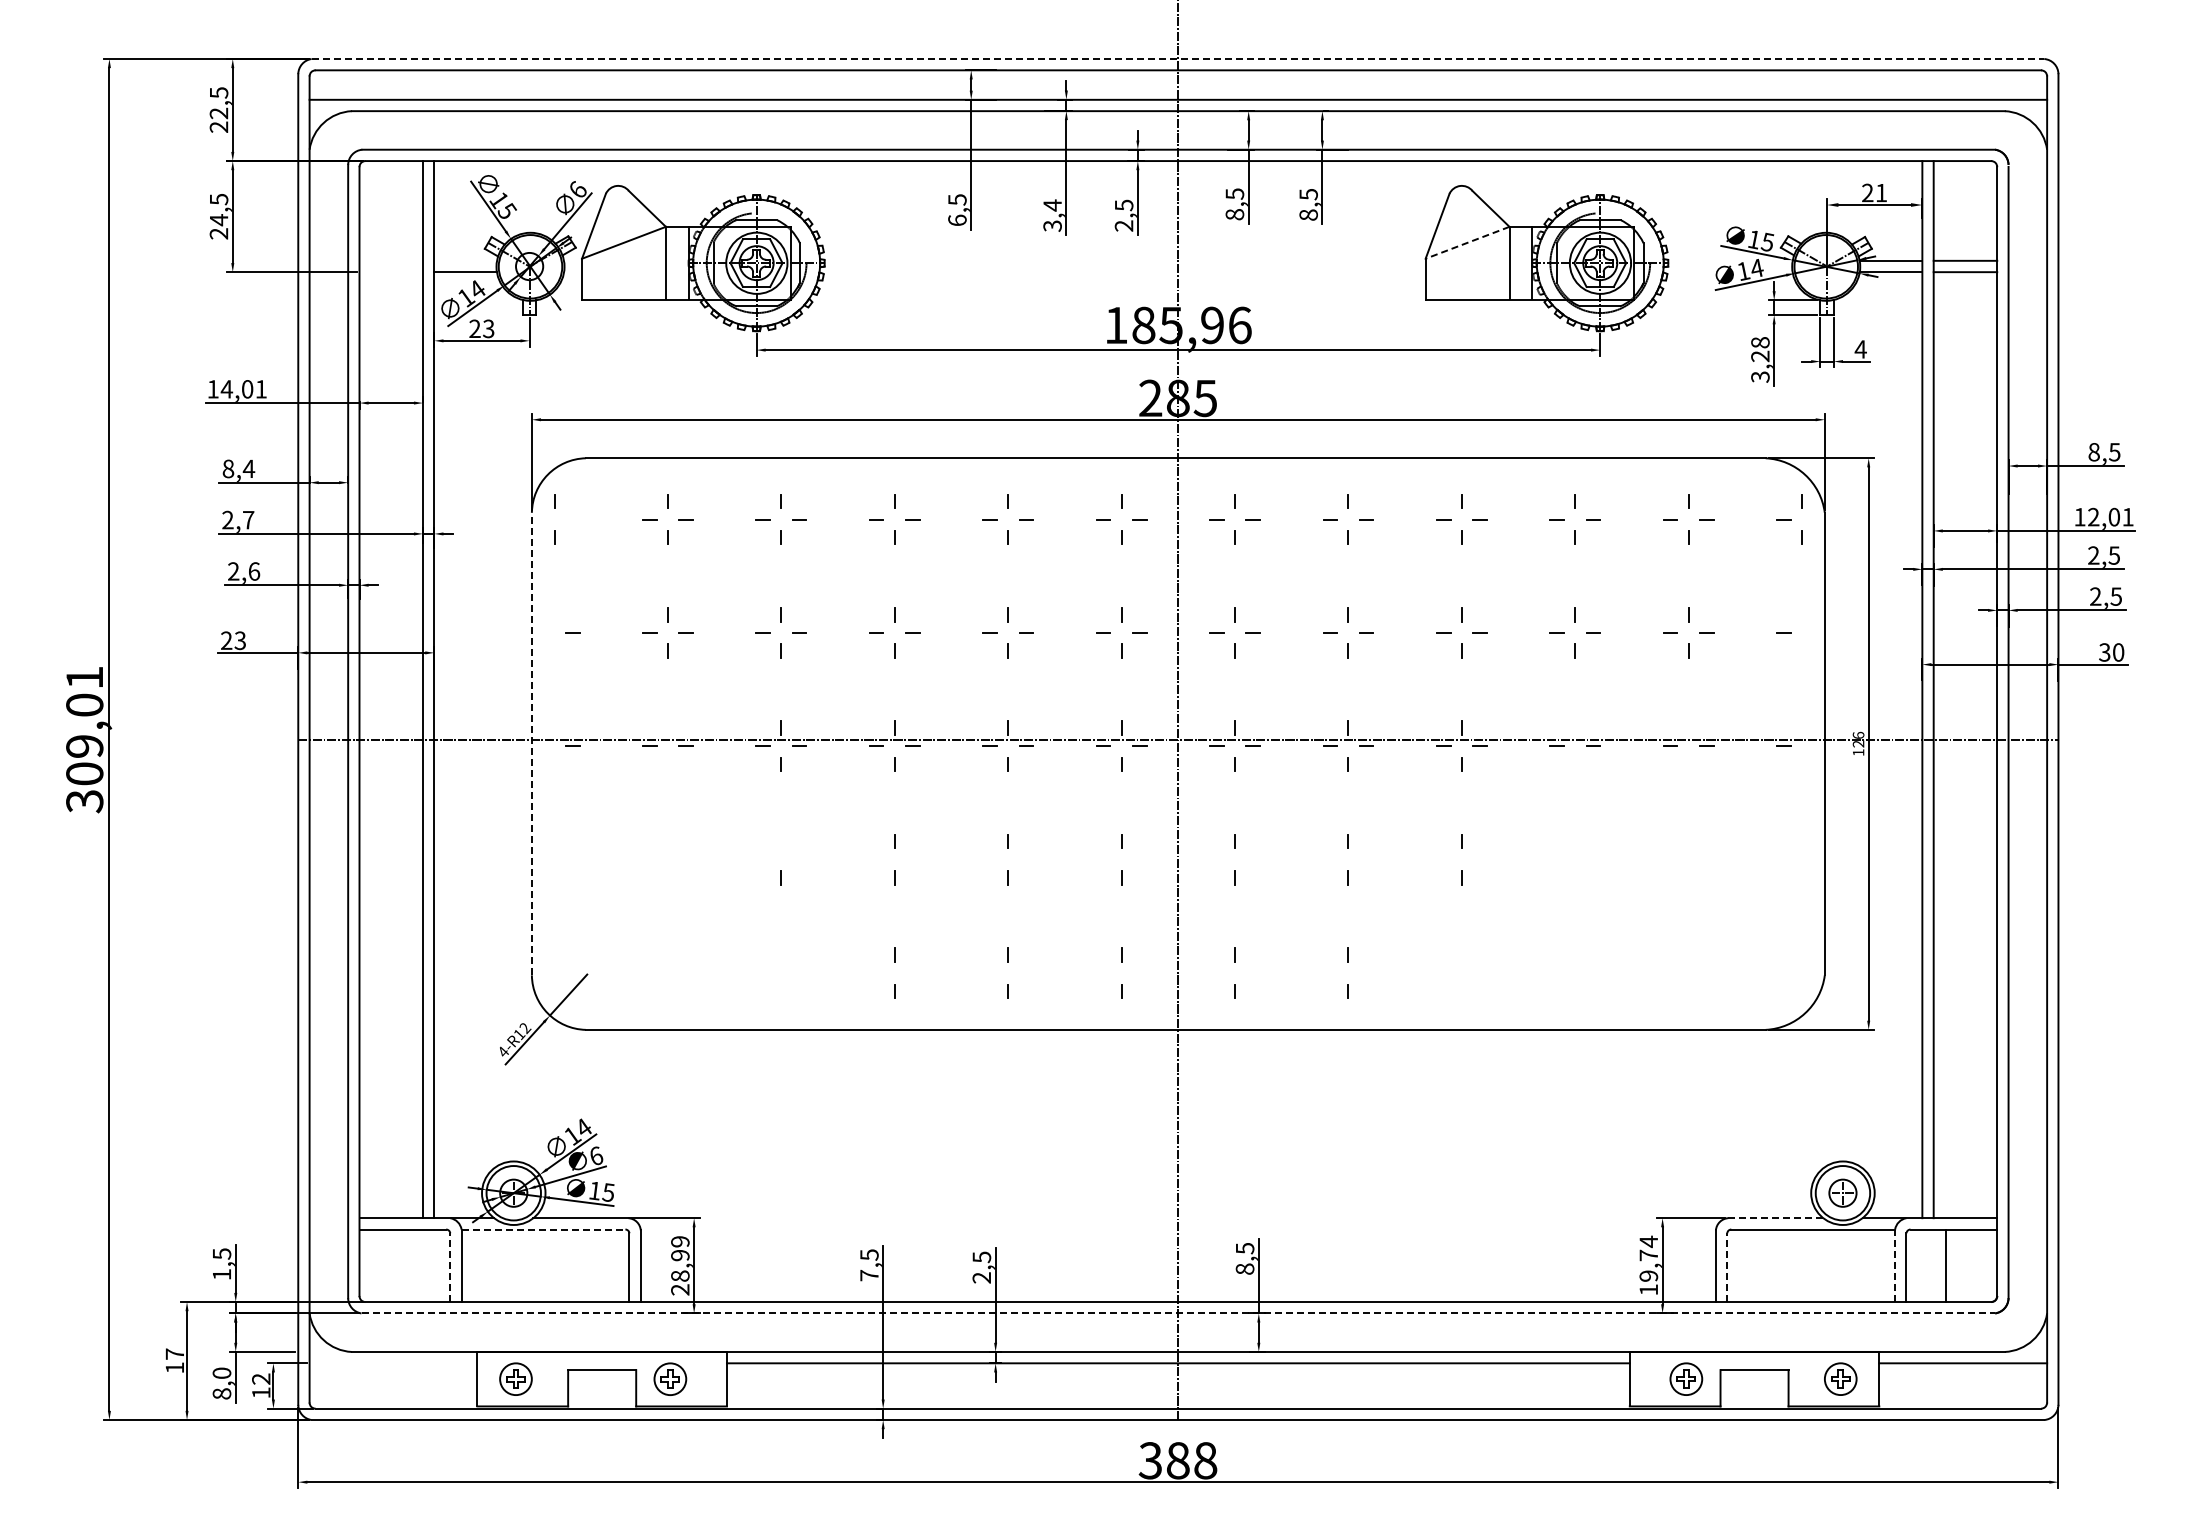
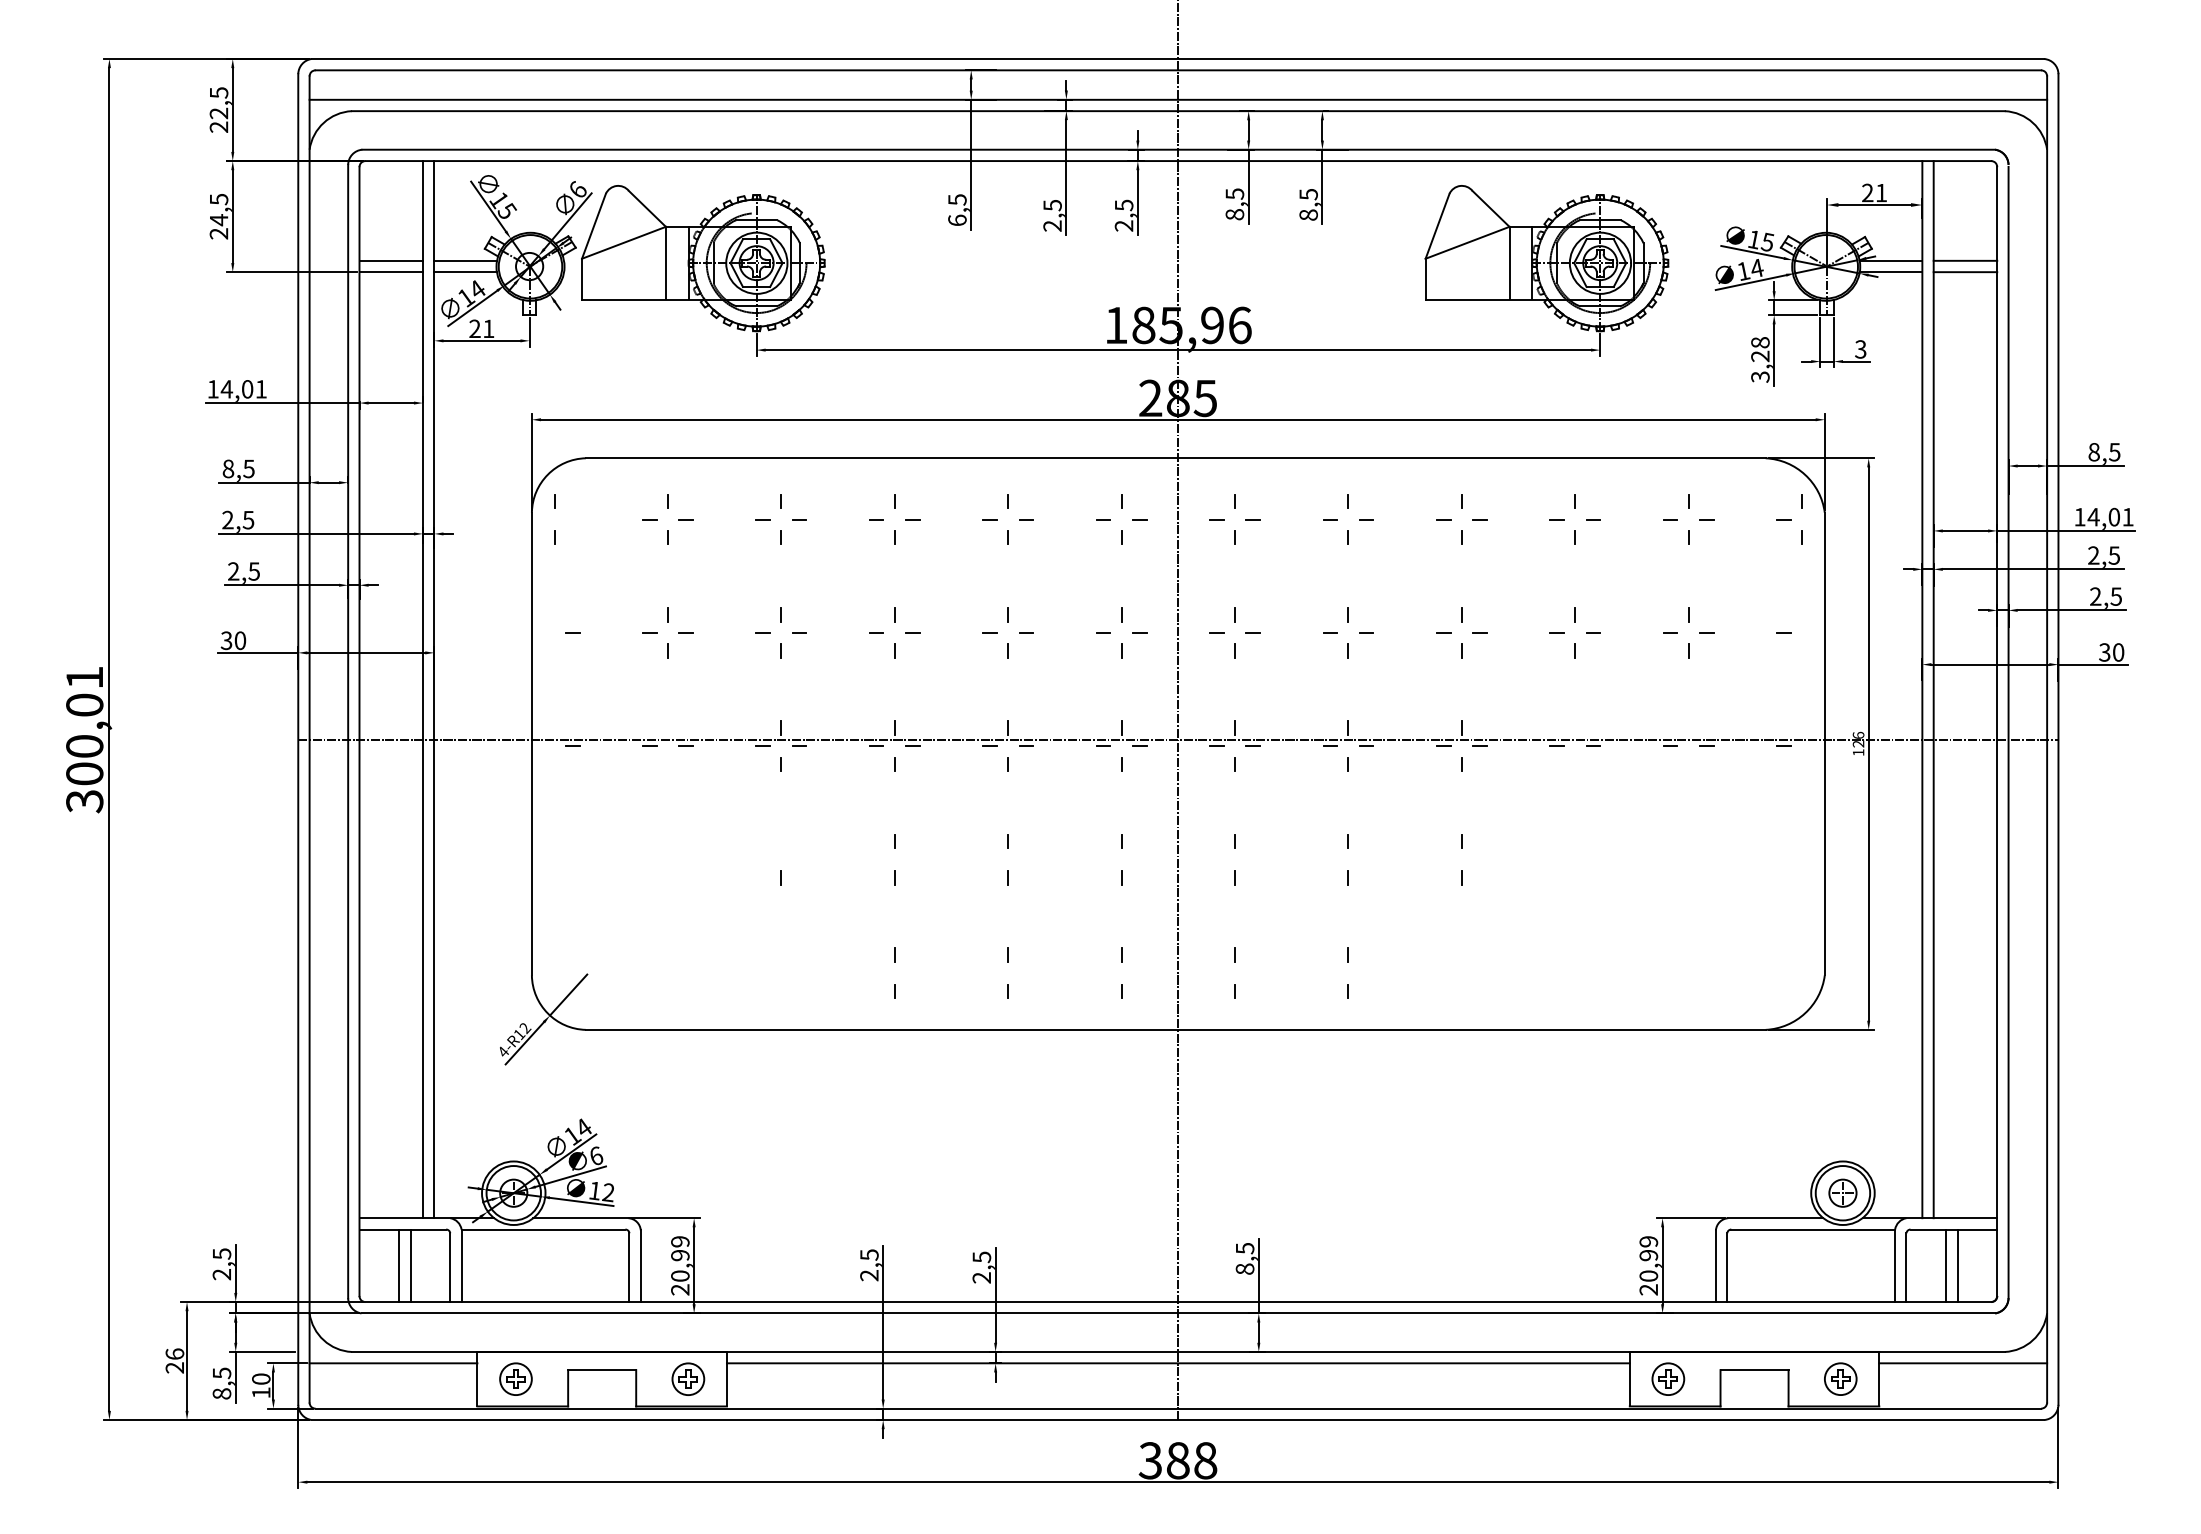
line at (1178, 59): dashed -> solid
text at (1052, 215): 3,4 -> 2,5
line at (1467, 242): dashed -> solid
line at (391, 260): none -> present
line at (465, 260): none -> present
line at (391, 272): none -> present
text at (488, 328): 23 -> 21
text at (1860, 349): 4 -> 3
text at (248, 468): 8,4 -> 8,5
text at (2093, 516): 12,01 -> 14,01
text at (248, 520): 2,7 -> 2,5
text at (254, 571): 2,6 -> 2,5
text at (233, 640): 23 -> 30
line at (531, 743): dashed -> solid
text at (84, 746): 309,01 -> 300,01
text at (608, 1192): 15 -> 12
line at (1775, 1218): dashed -> solid
line at (543, 1229): dashed -> solid
line at (399, 1265): none -> present
line at (410, 1265): none -> present
text at (1648, 1265): 19,74 -> 20,99
line at (1895, 1265): dashed -> solid
line at (1957, 1265): none -> present
line at (450, 1267): dashed -> solid
line at (1727, 1267): dashed -> solid
text at (221, 1274): 1,5 -> 2,5
text at (680, 1275): 28,99 -> 20,99
text at (869, 1275): 7,5 -> 2,5
line at (1178, 1313): dashed -> solid
text at (174, 1360): 17 -> 26
line at (393, 1363): none -> present
text at (221, 1373): 8,0 -> 8,5
text at (261, 1378): 12 -> 10
part at (670, 1378) position: (670, 1378) -> (688, 1378)
part at (1686, 1378) position: (1686, 1378) -> (1668, 1378)
